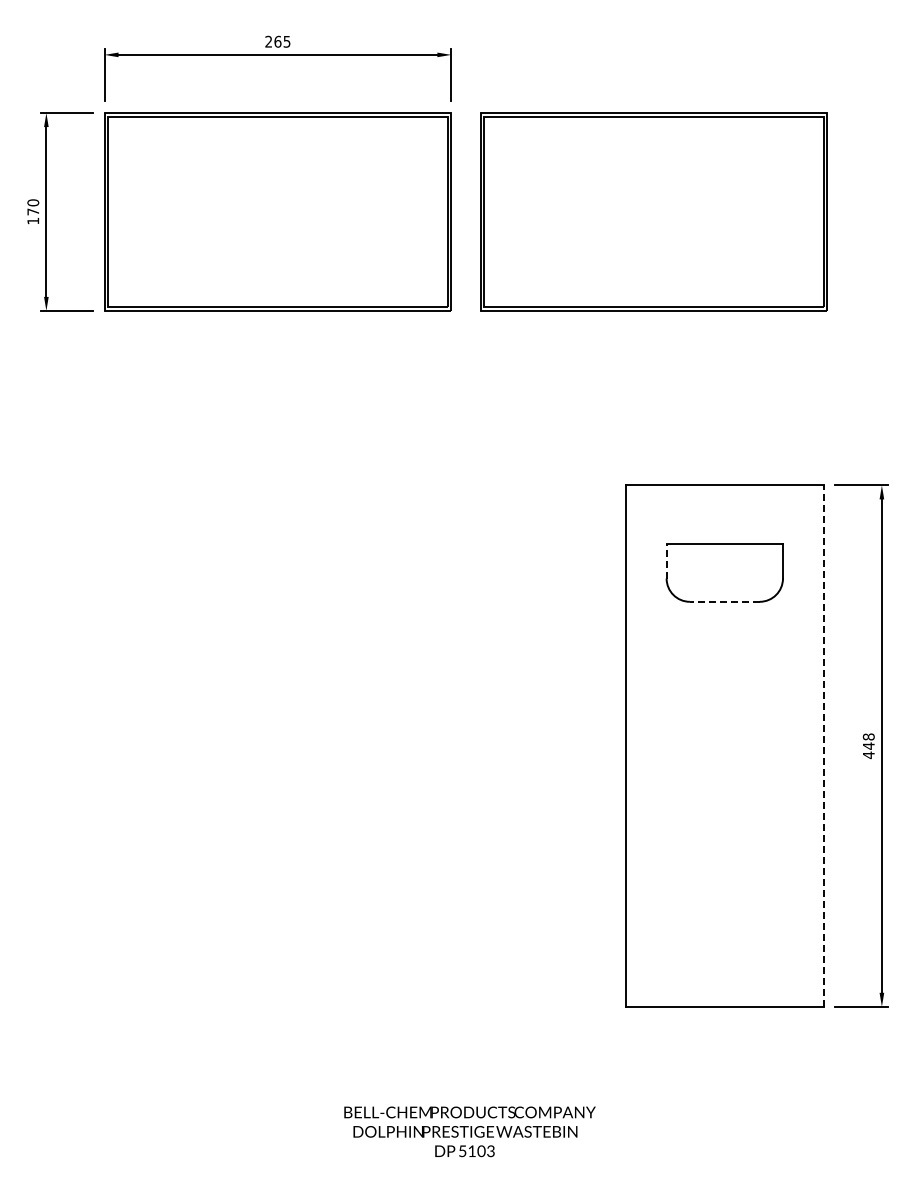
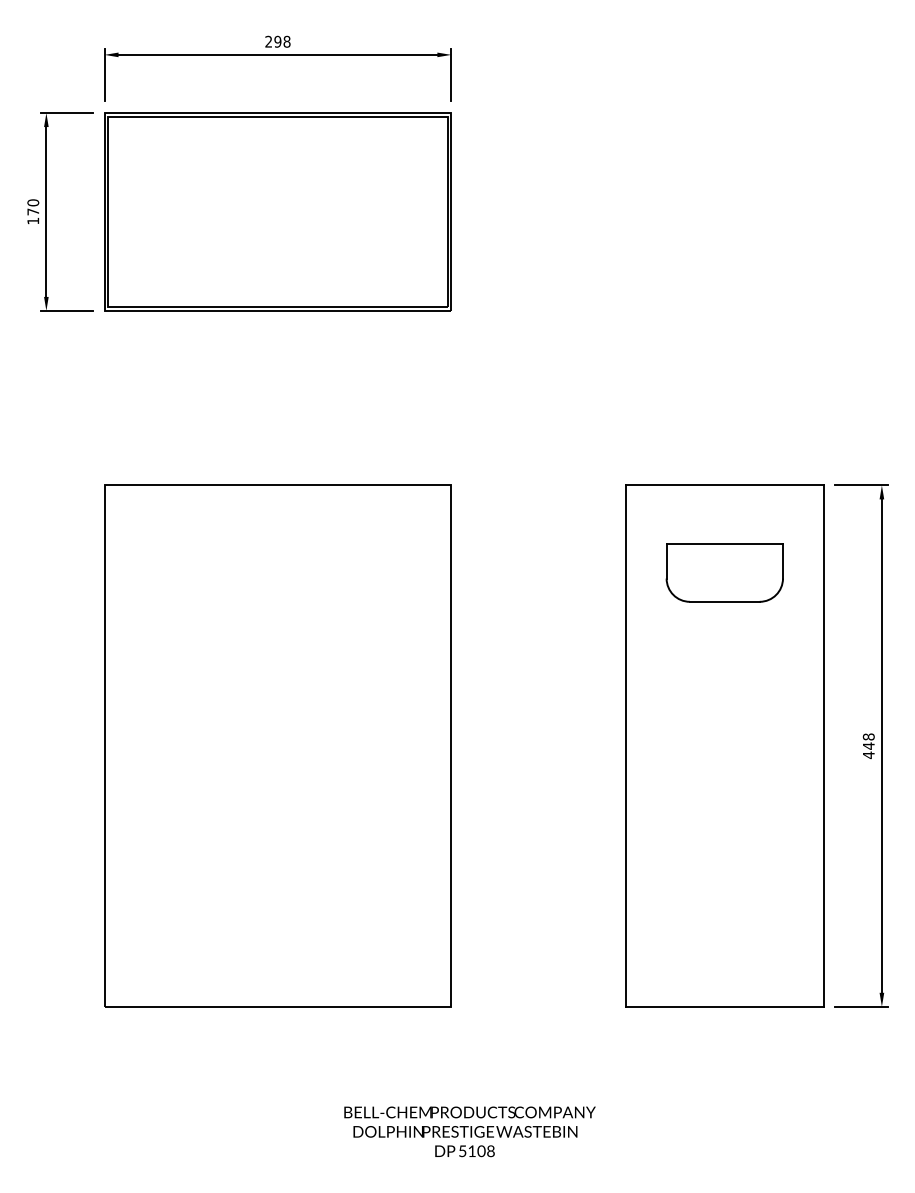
text at (282, 41): 265 -> 298
part at (653, 211): present -> none
line at (666, 560): dashed -> solid
line at (724, 601): dashed -> solid
part at (277, 745): none -> present
line at (823, 746): dashed -> solid
text at (490, 1151): 5103 -> 5108
